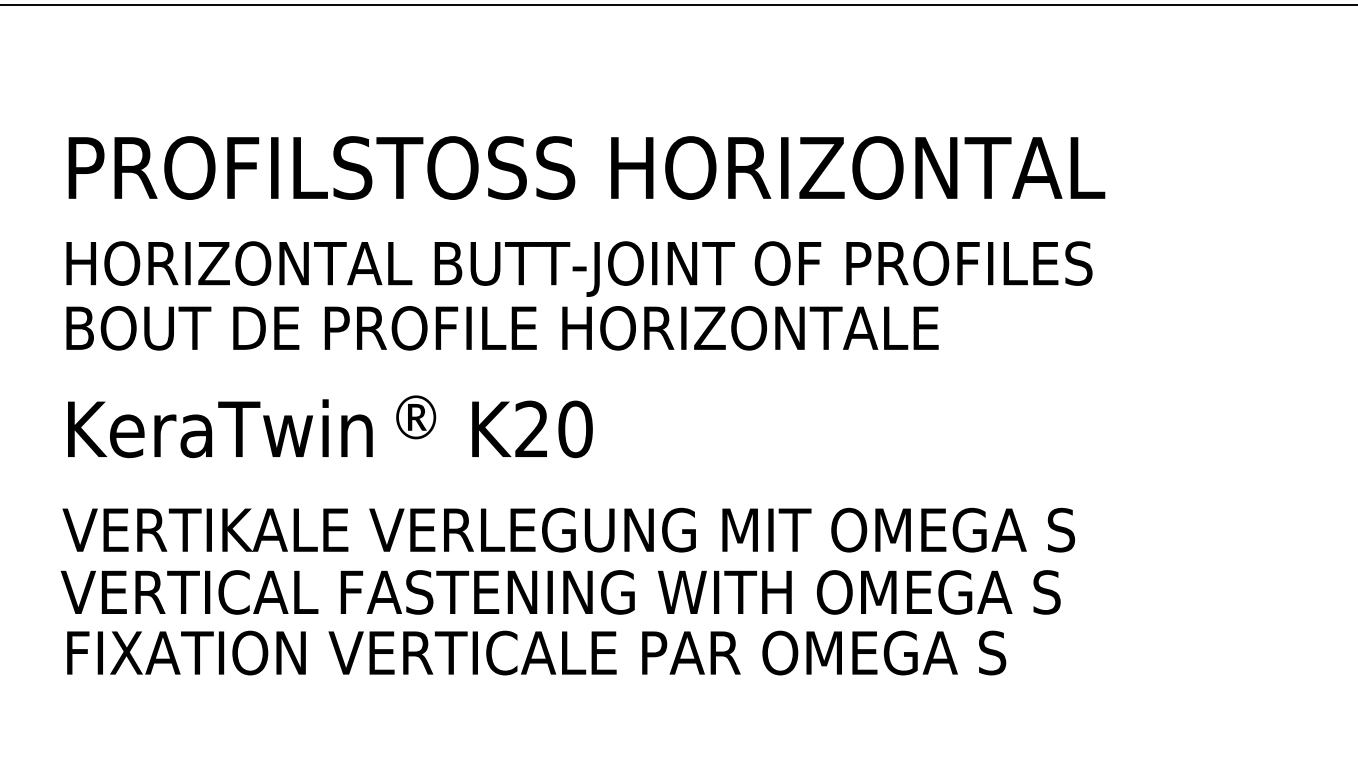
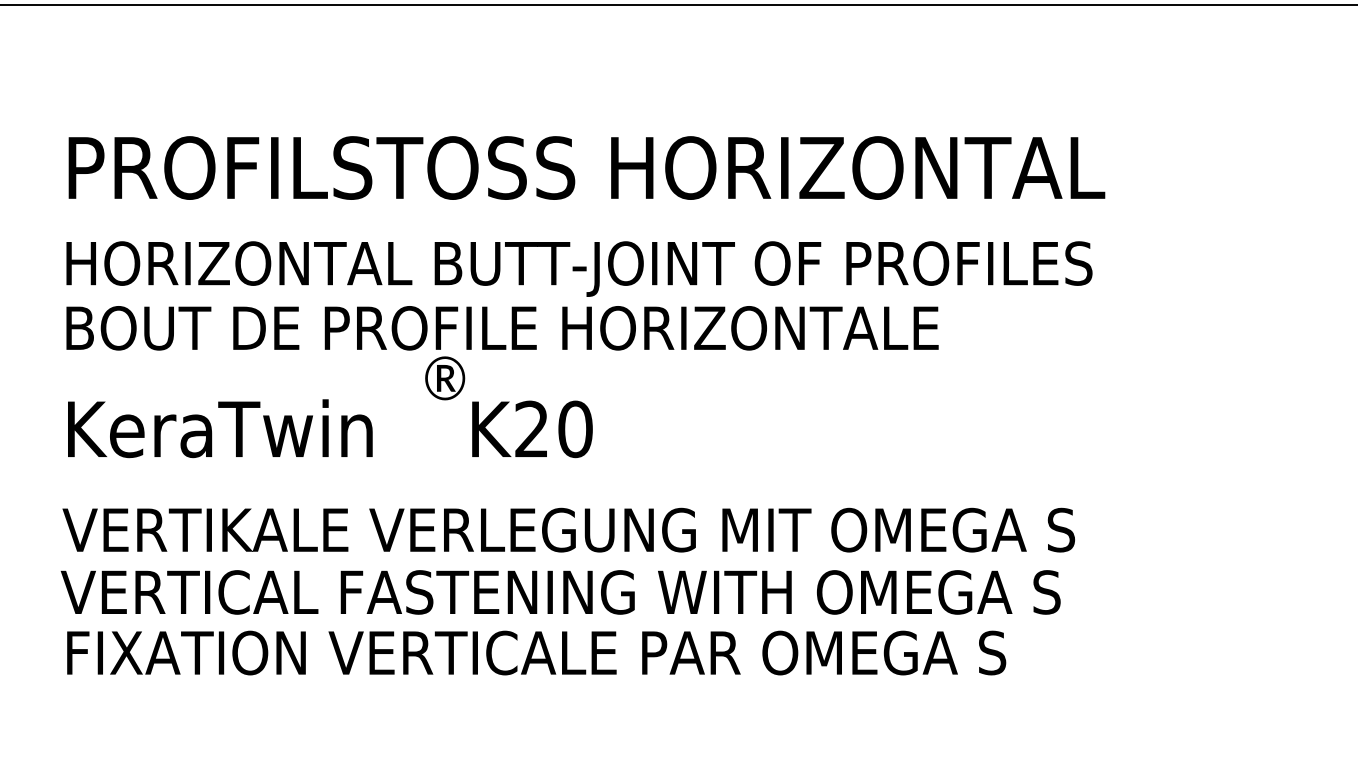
text at (416, 417) position: (416, 417) -> (445, 378)
